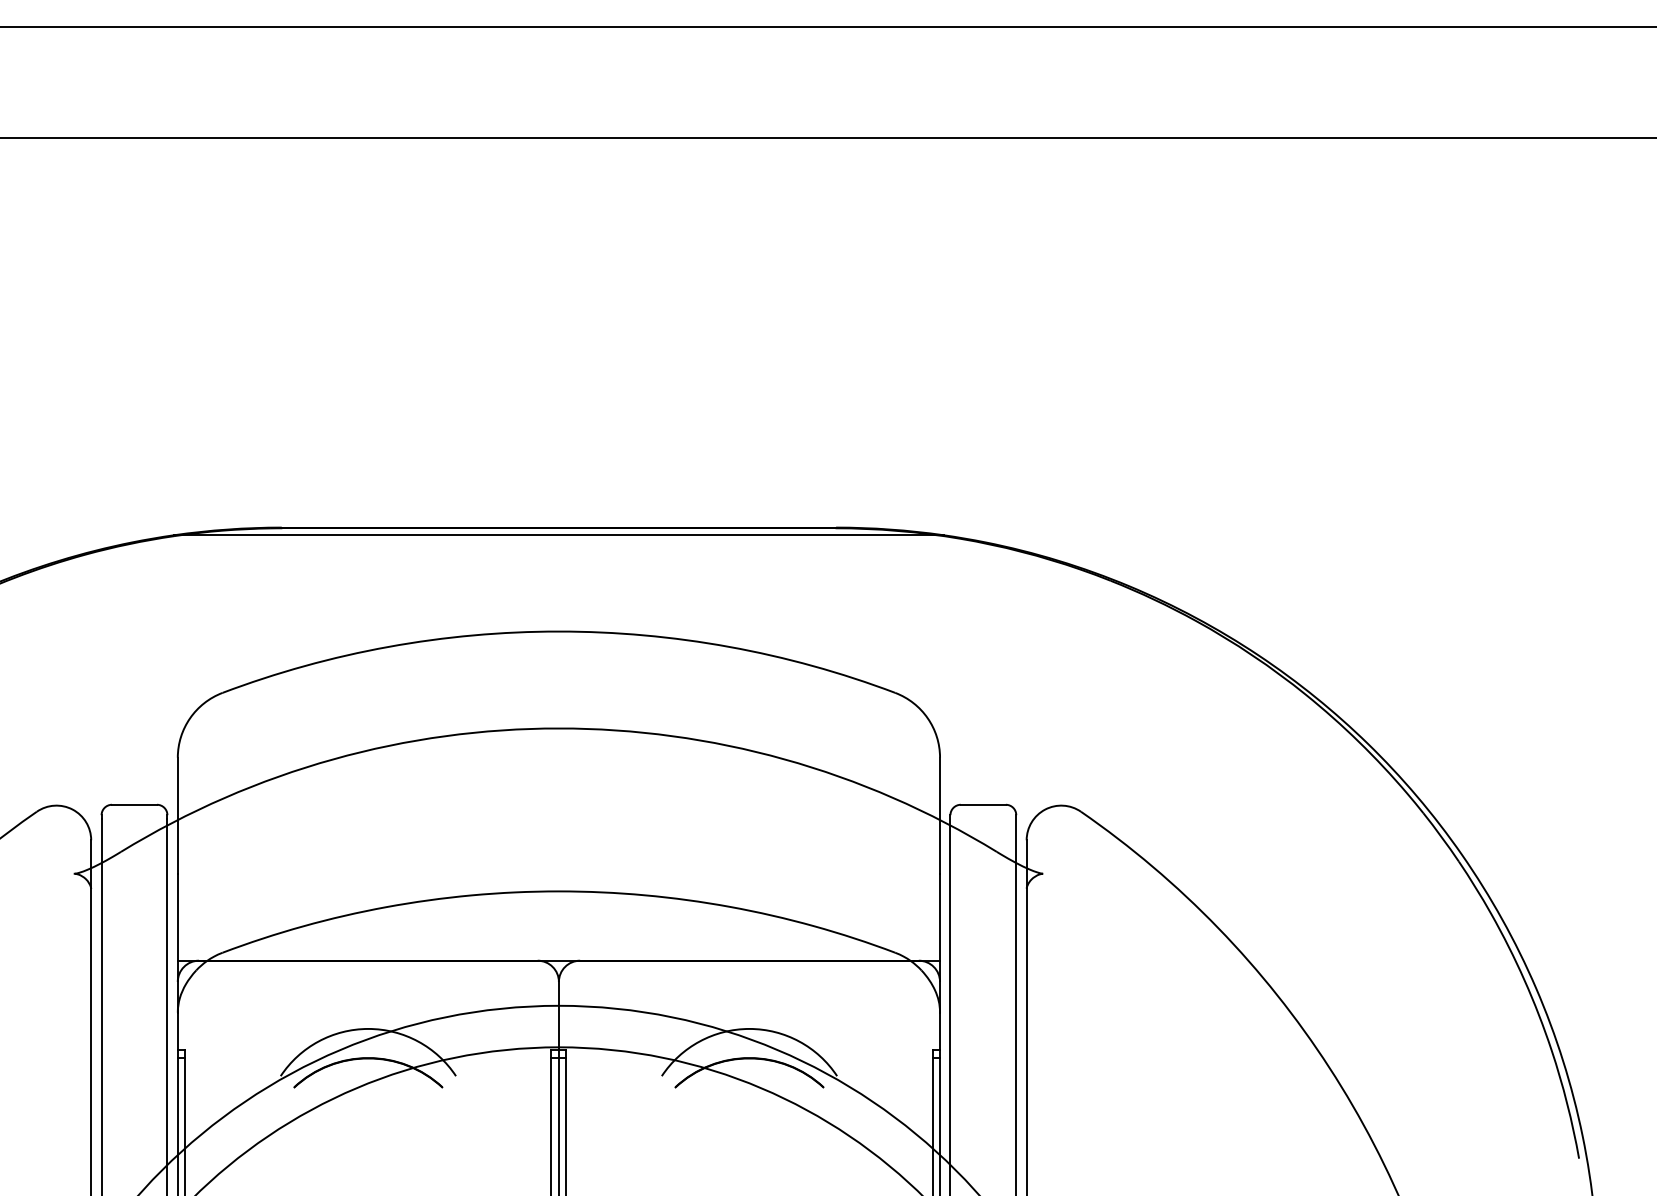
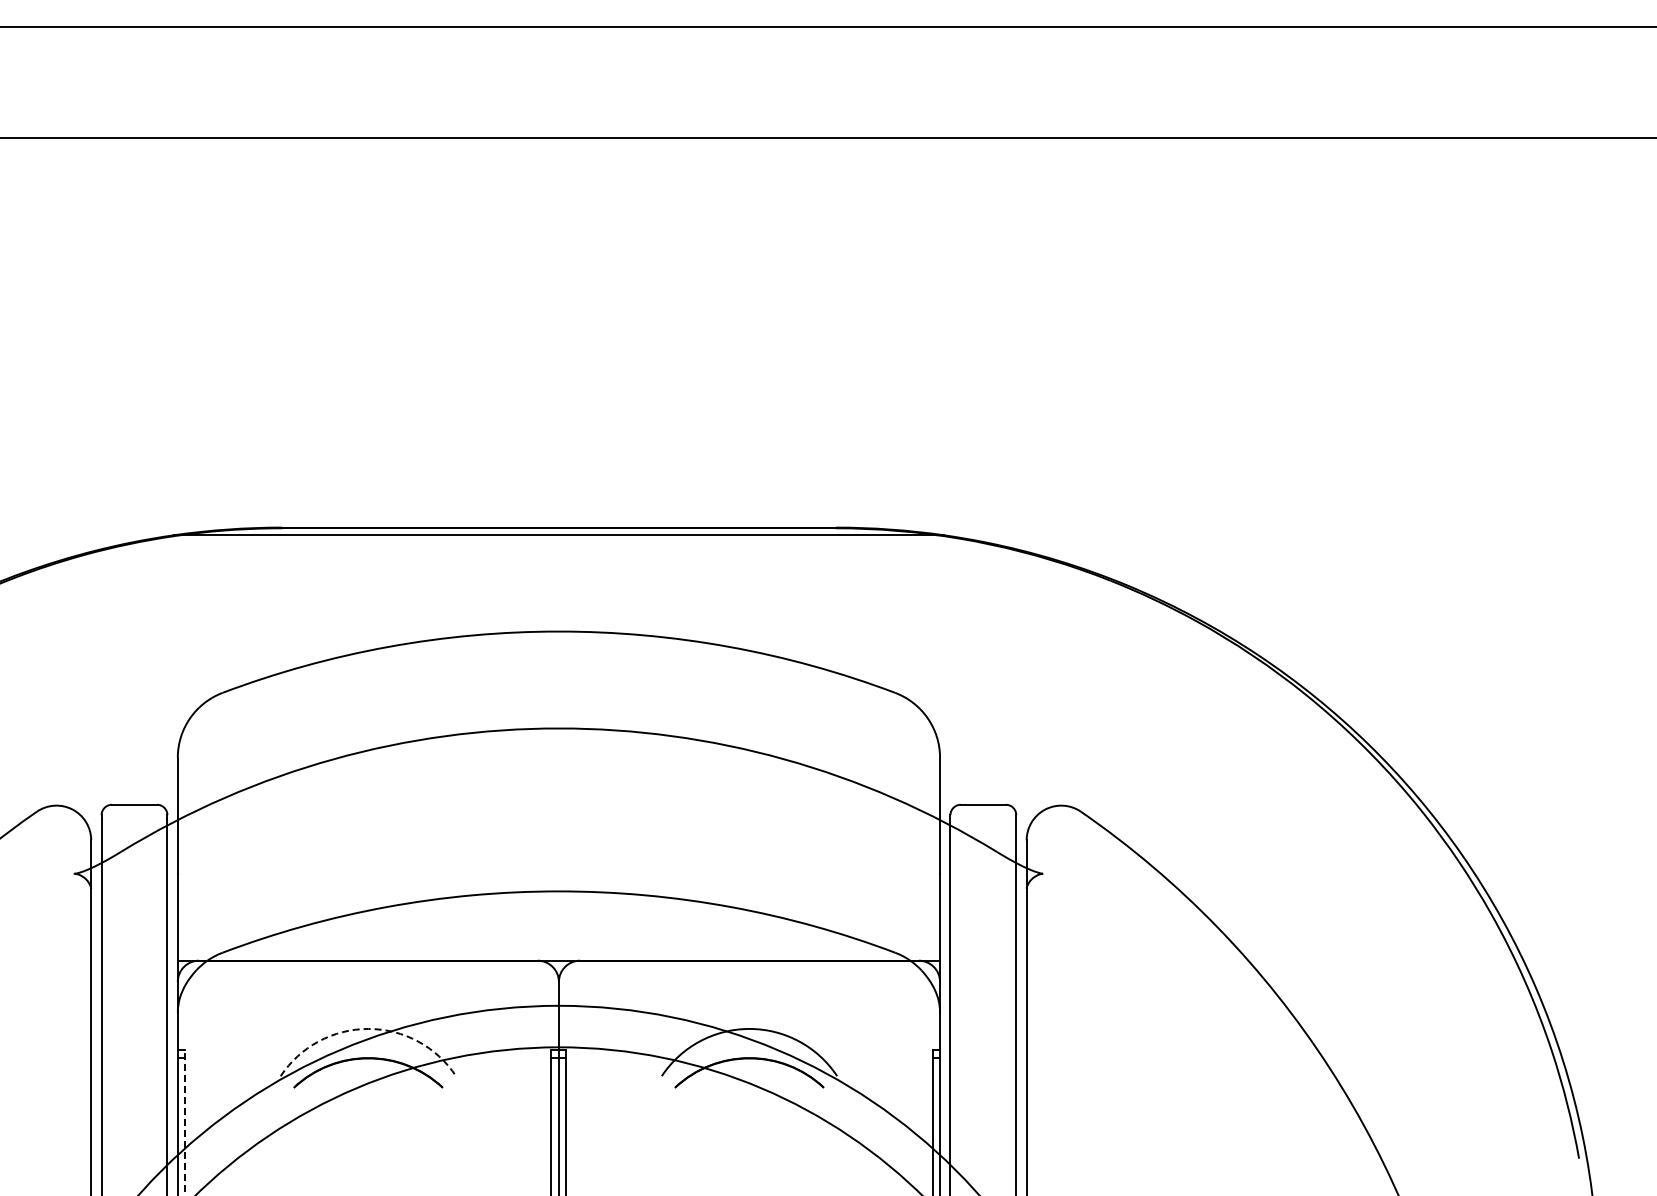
arc at (368, 1028): solid -> dashed
line at (185, 1123): solid -> dashed
